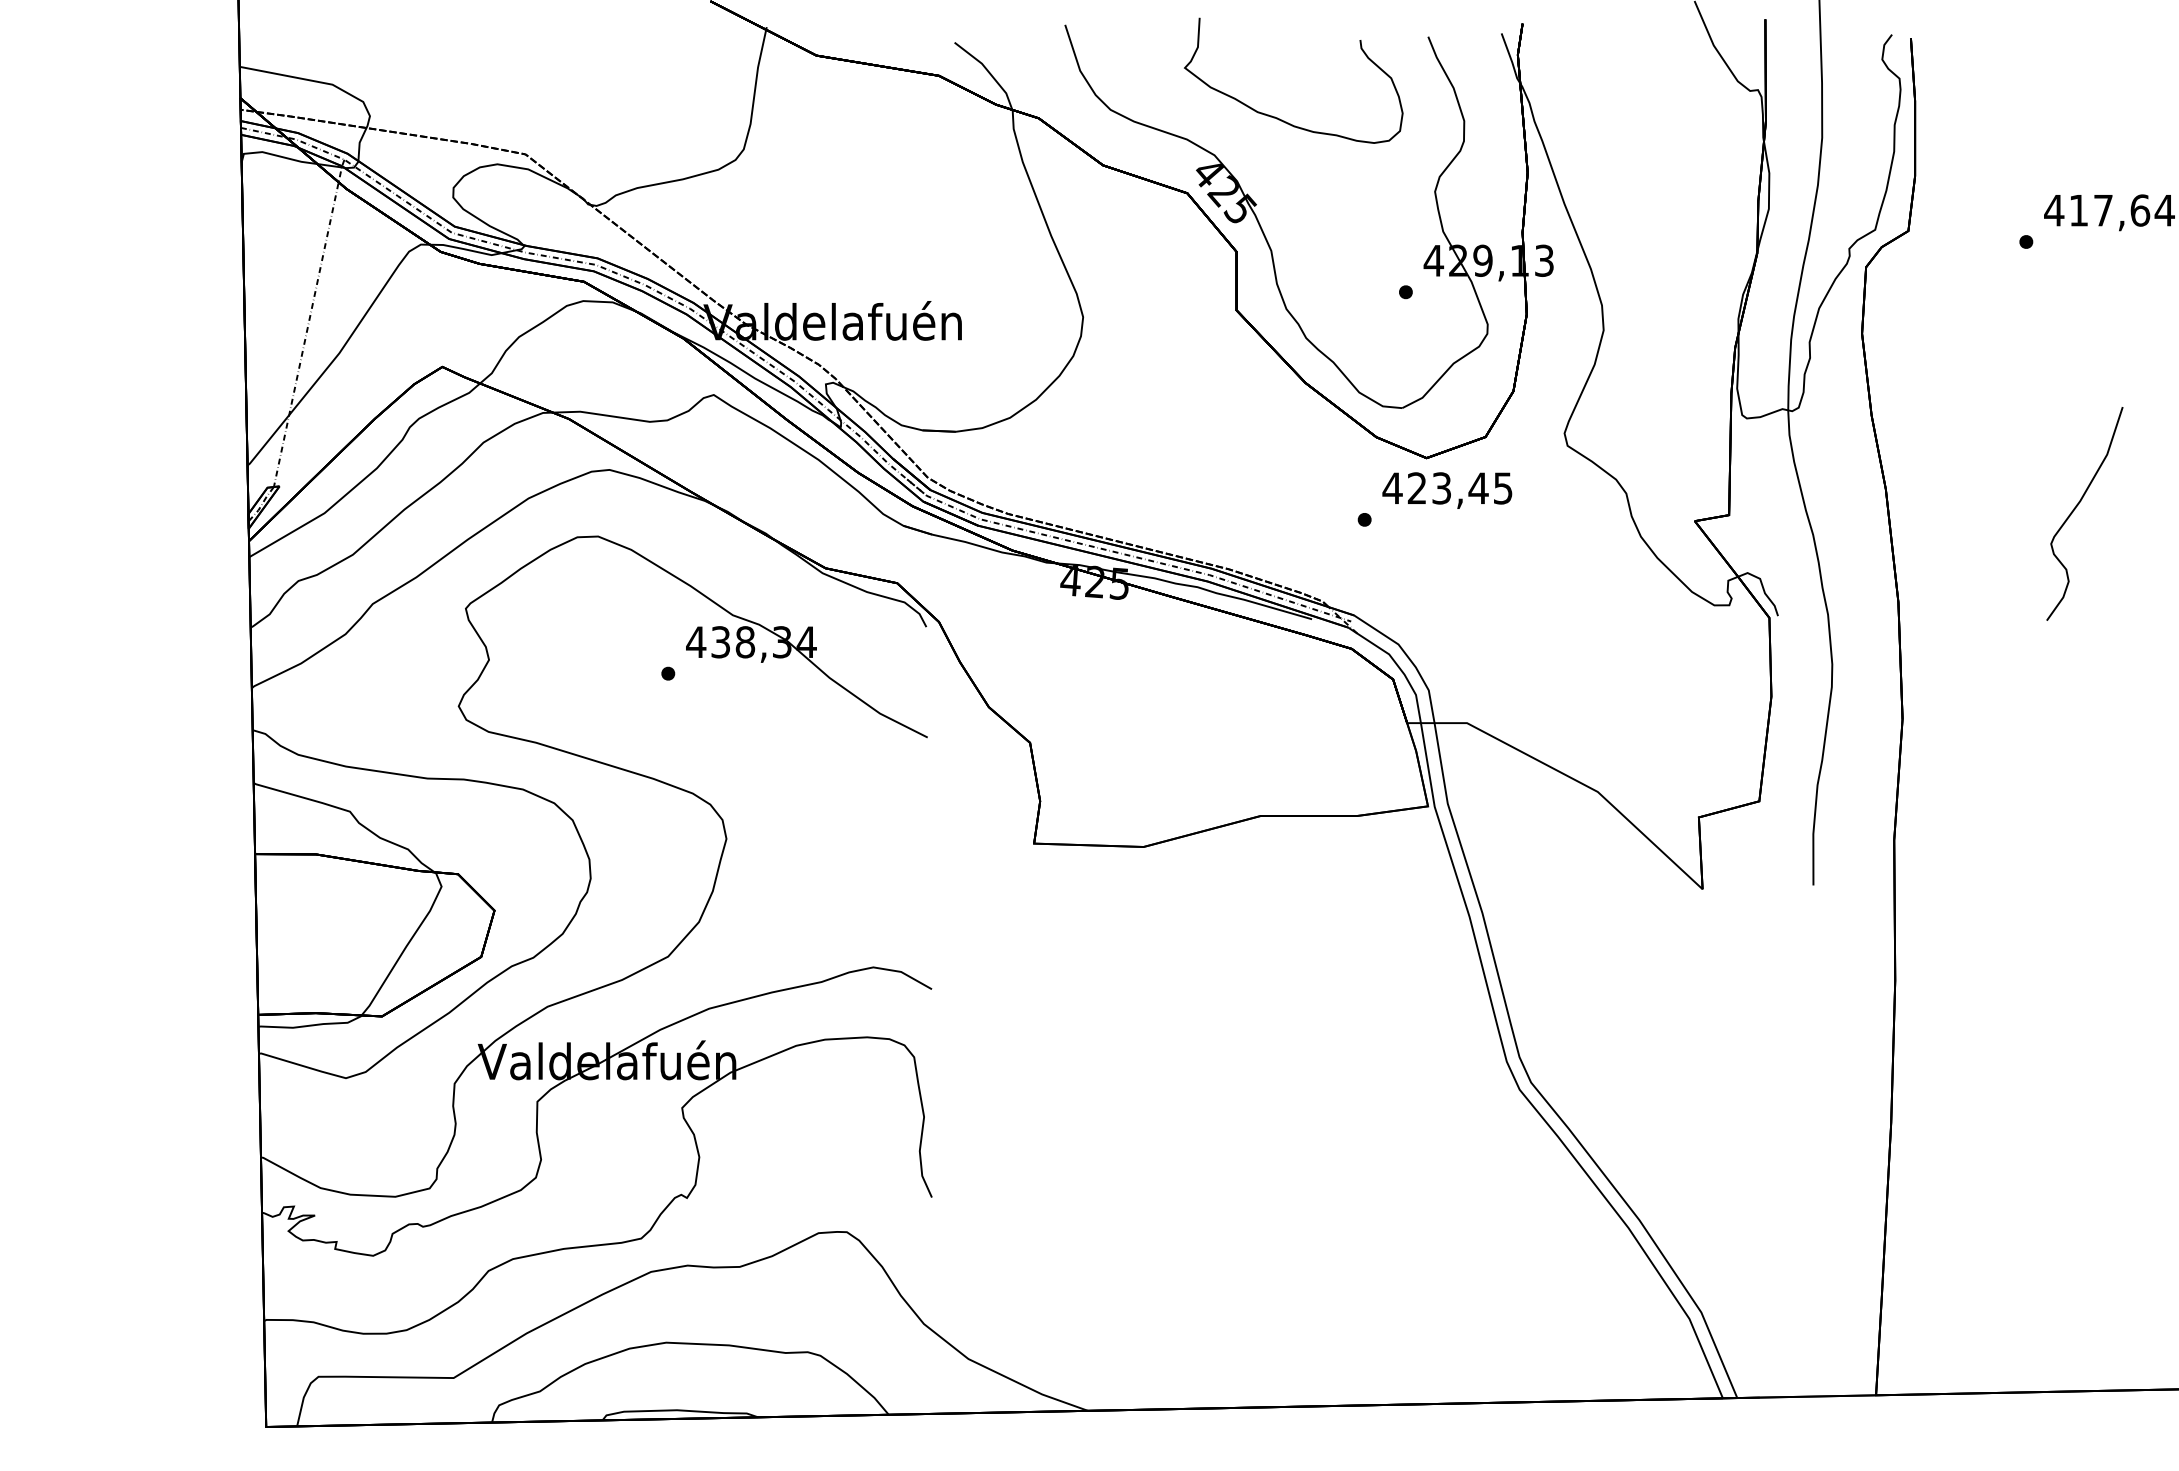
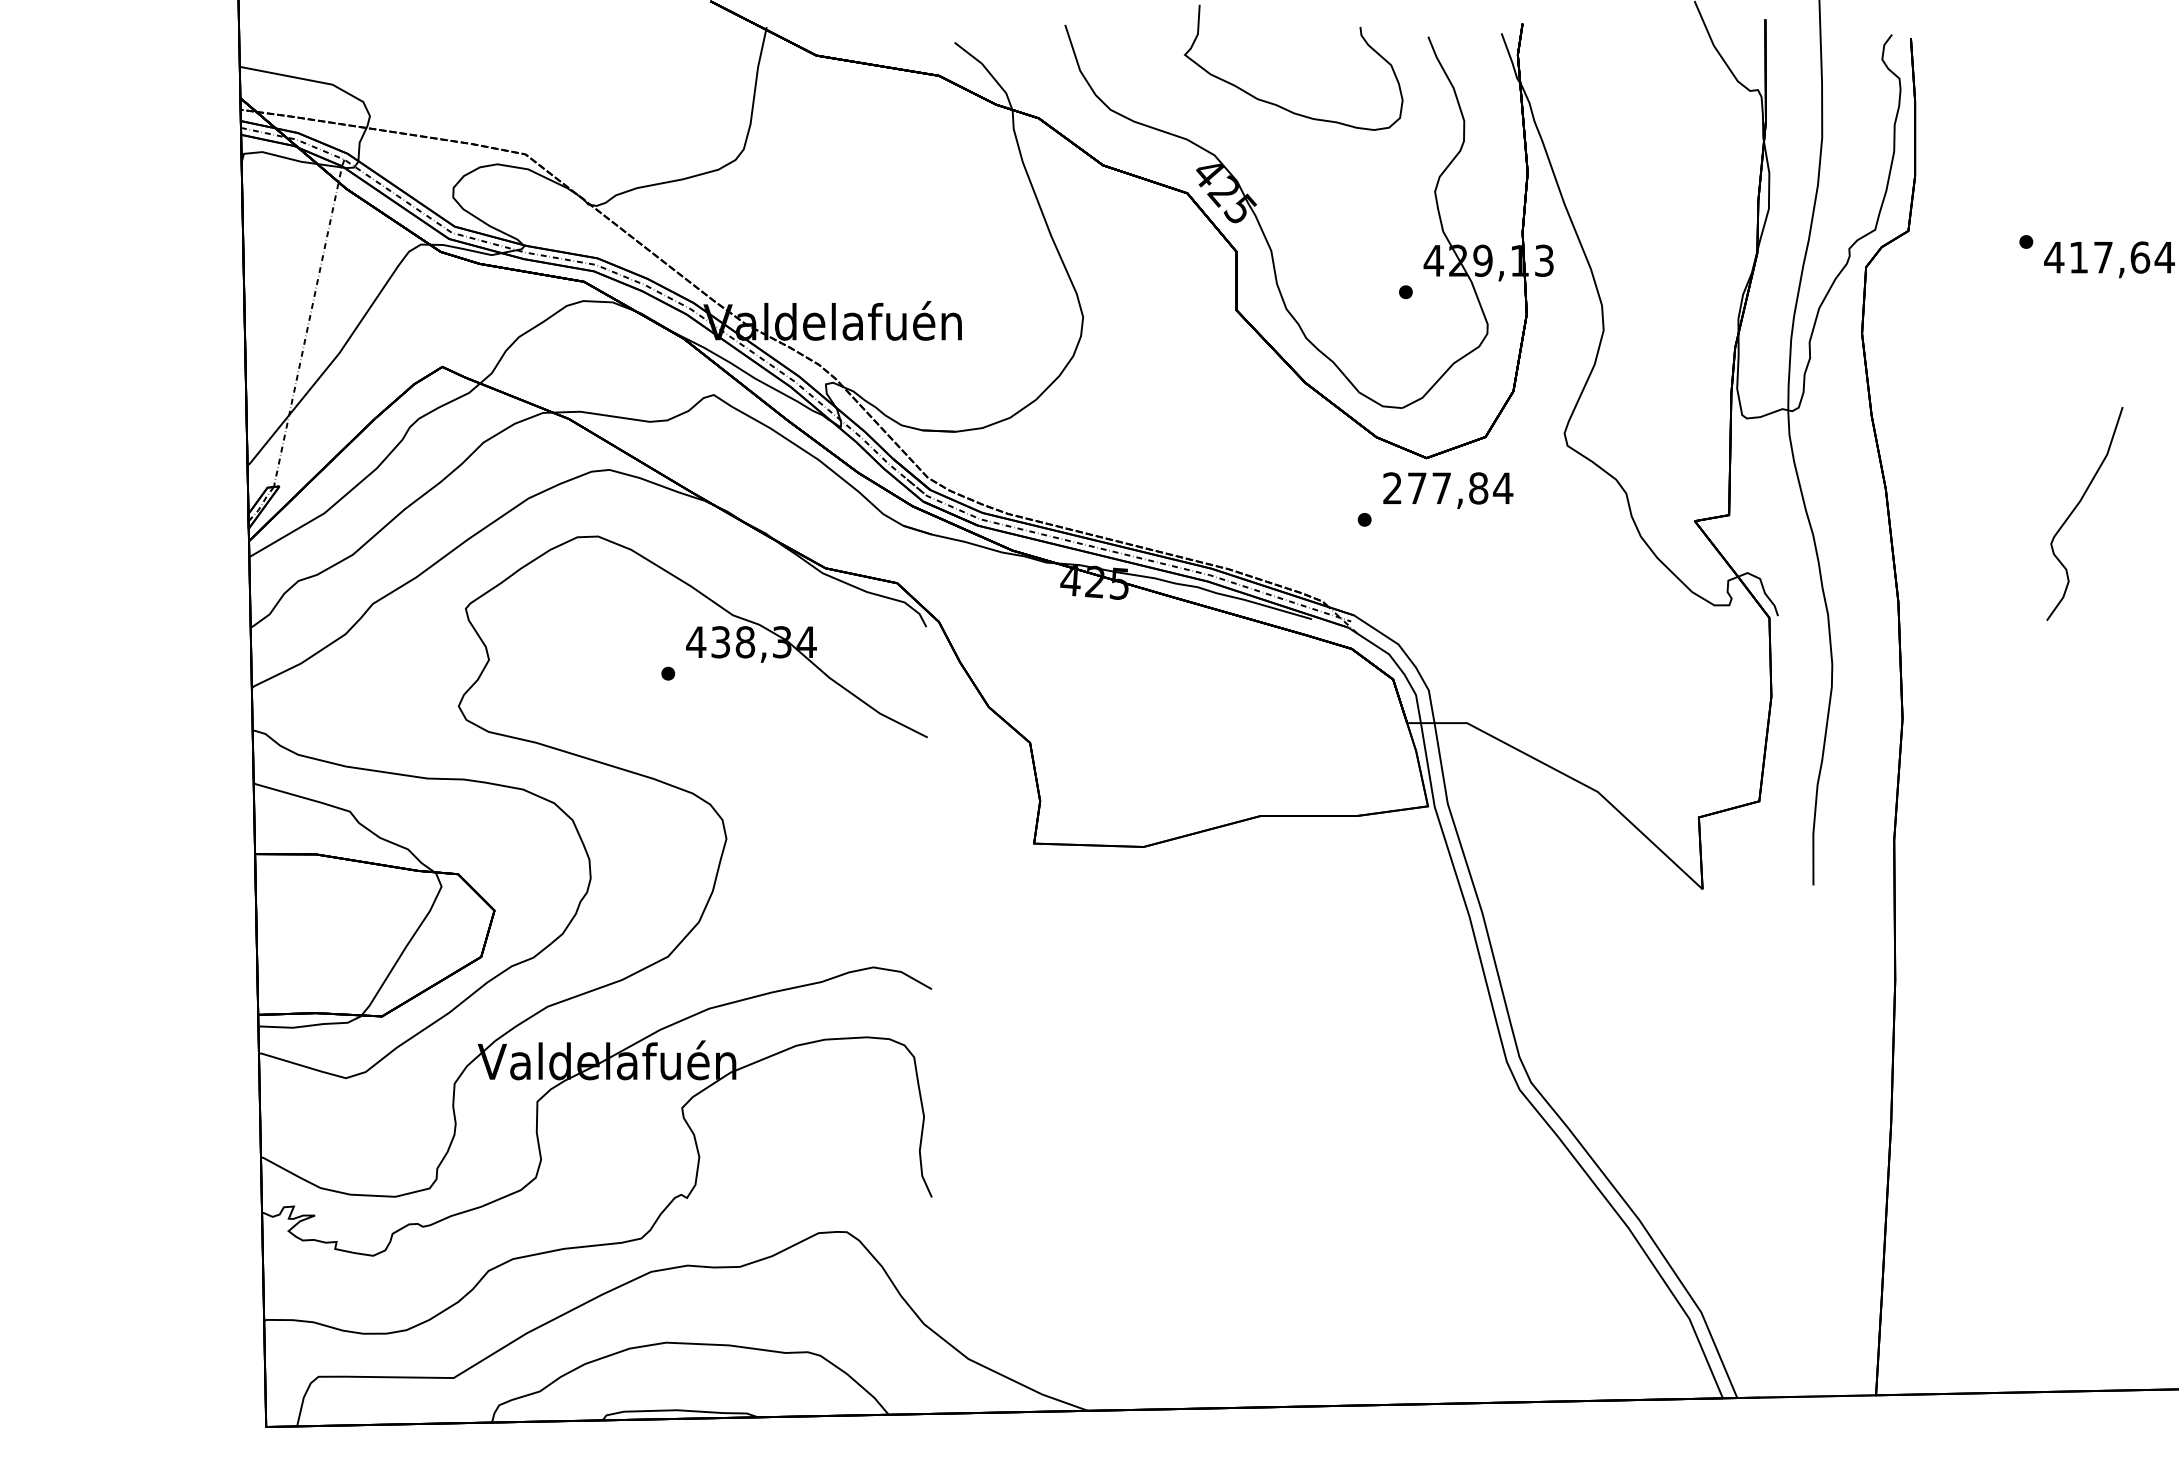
curve at (1275, 116) position: (1275, 116) -> (1275, 103)
text at (2109, 212) position: (2109, 212) -> (2109, 259)
text at (1447, 488): 423,45 -> 277,84
